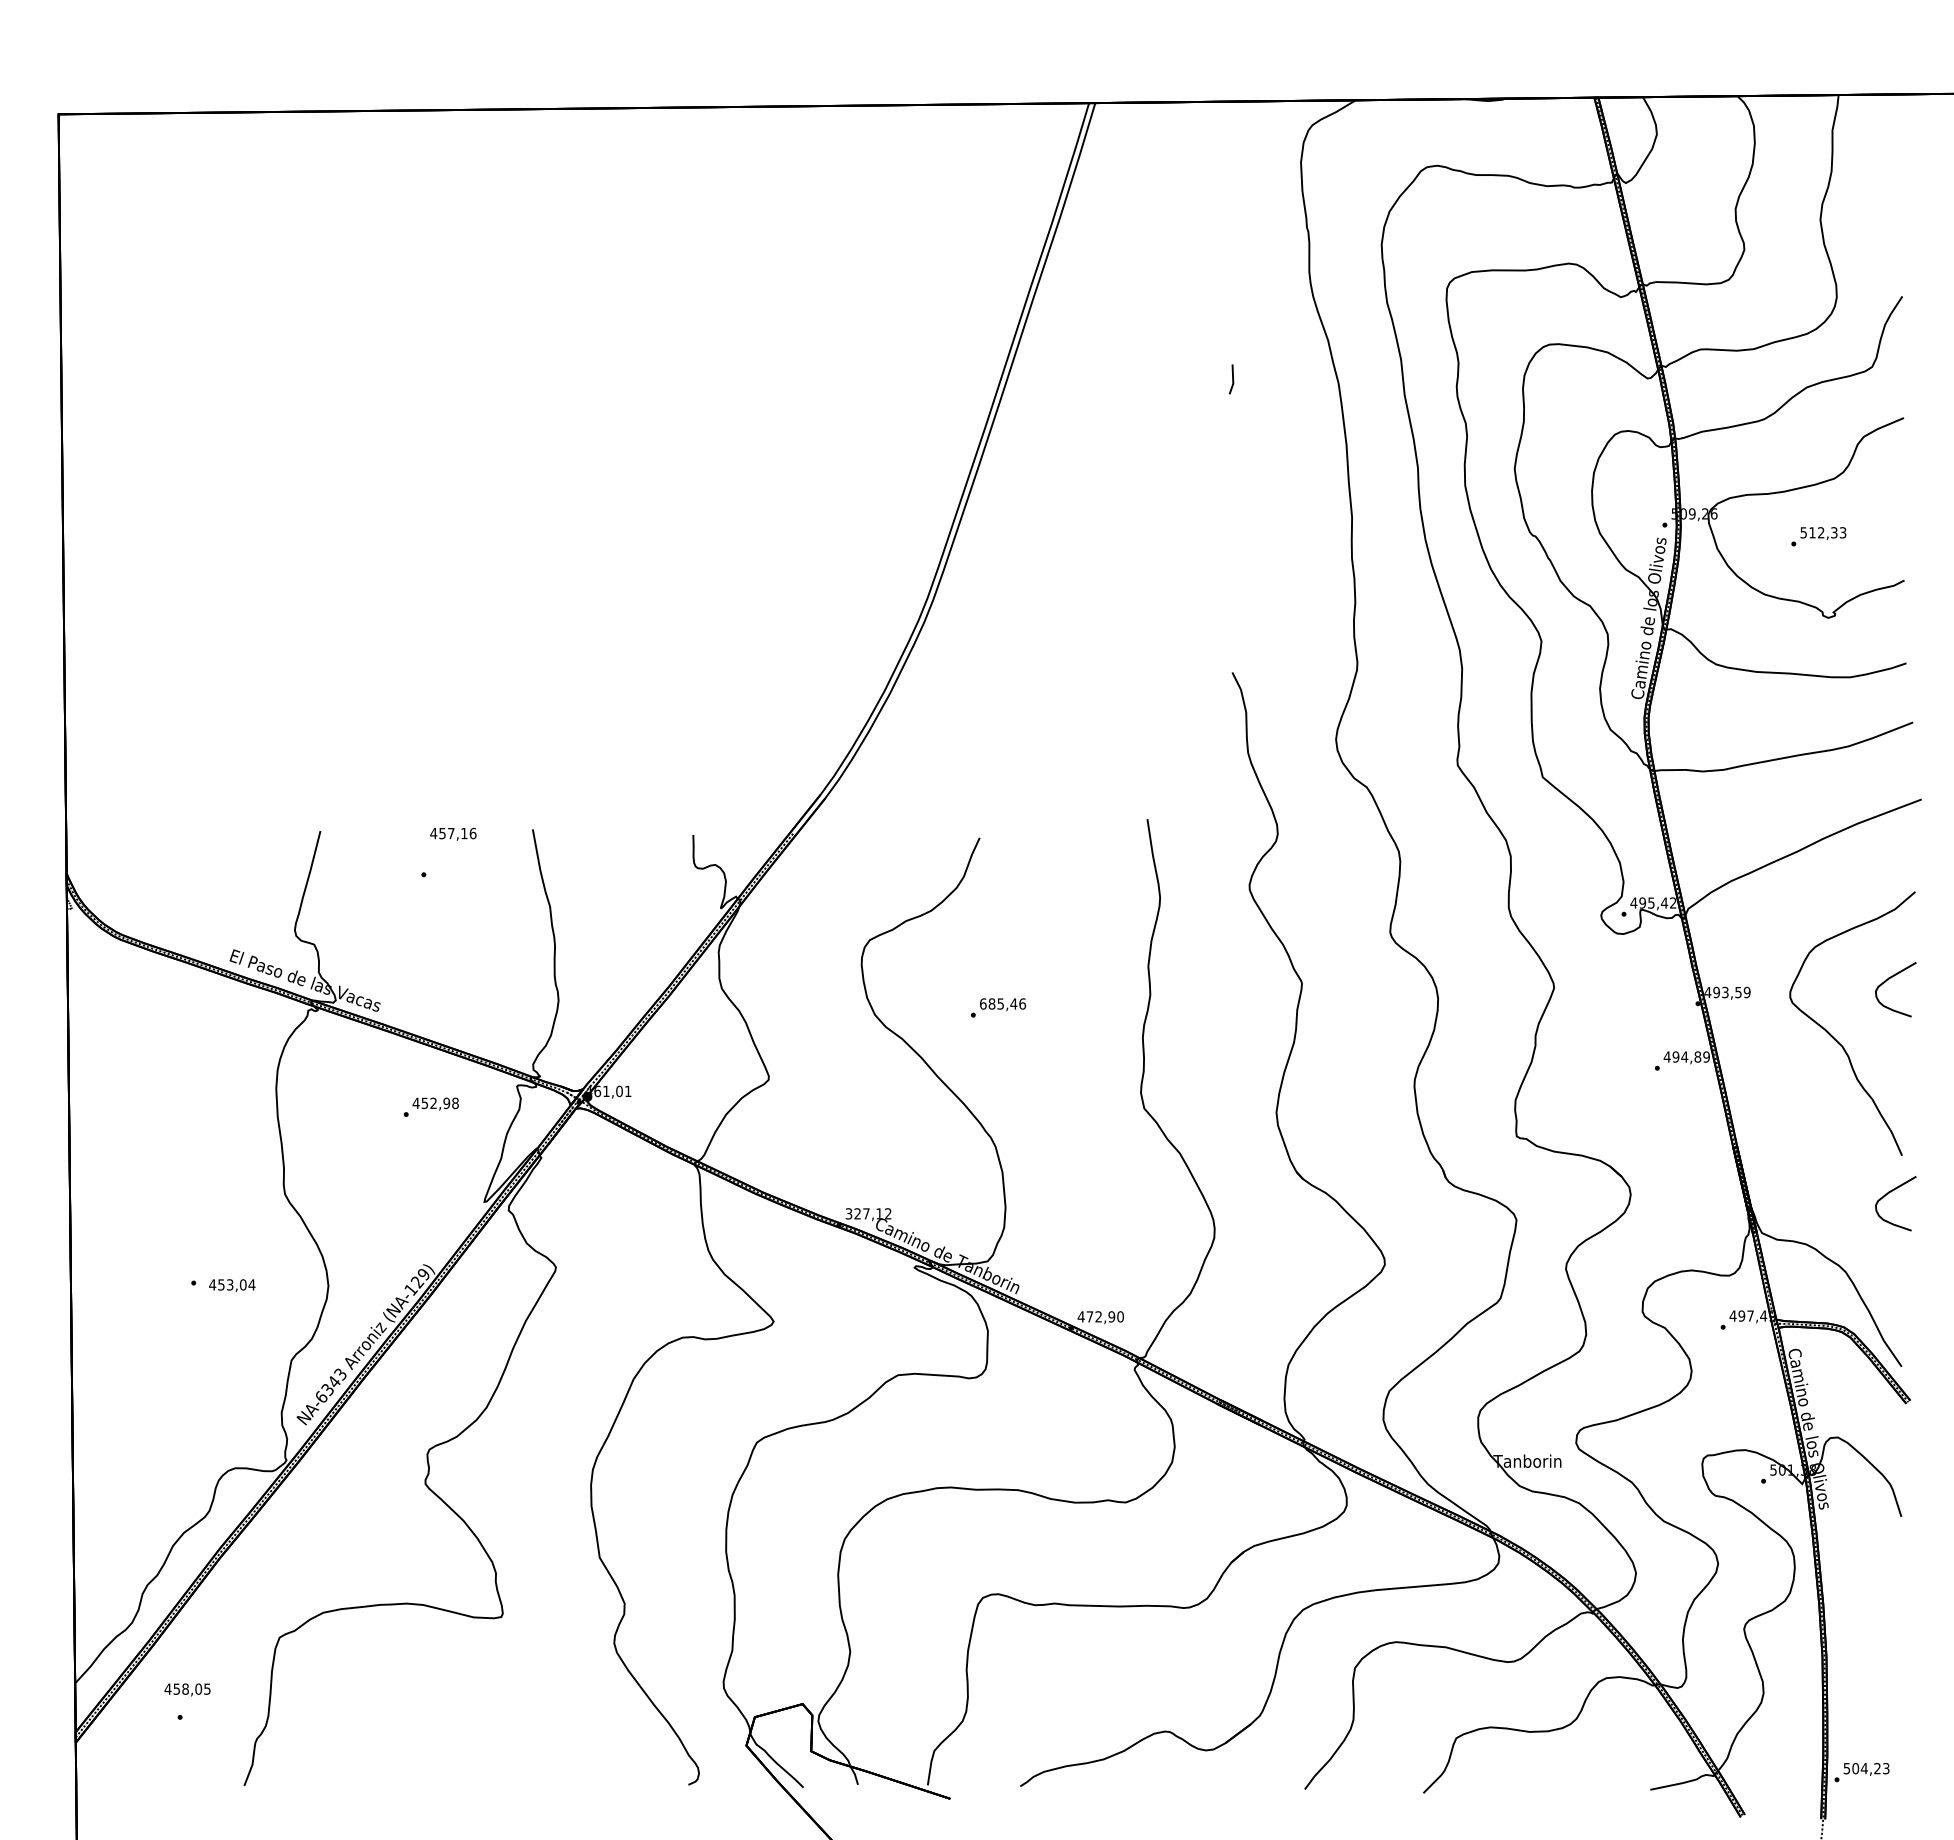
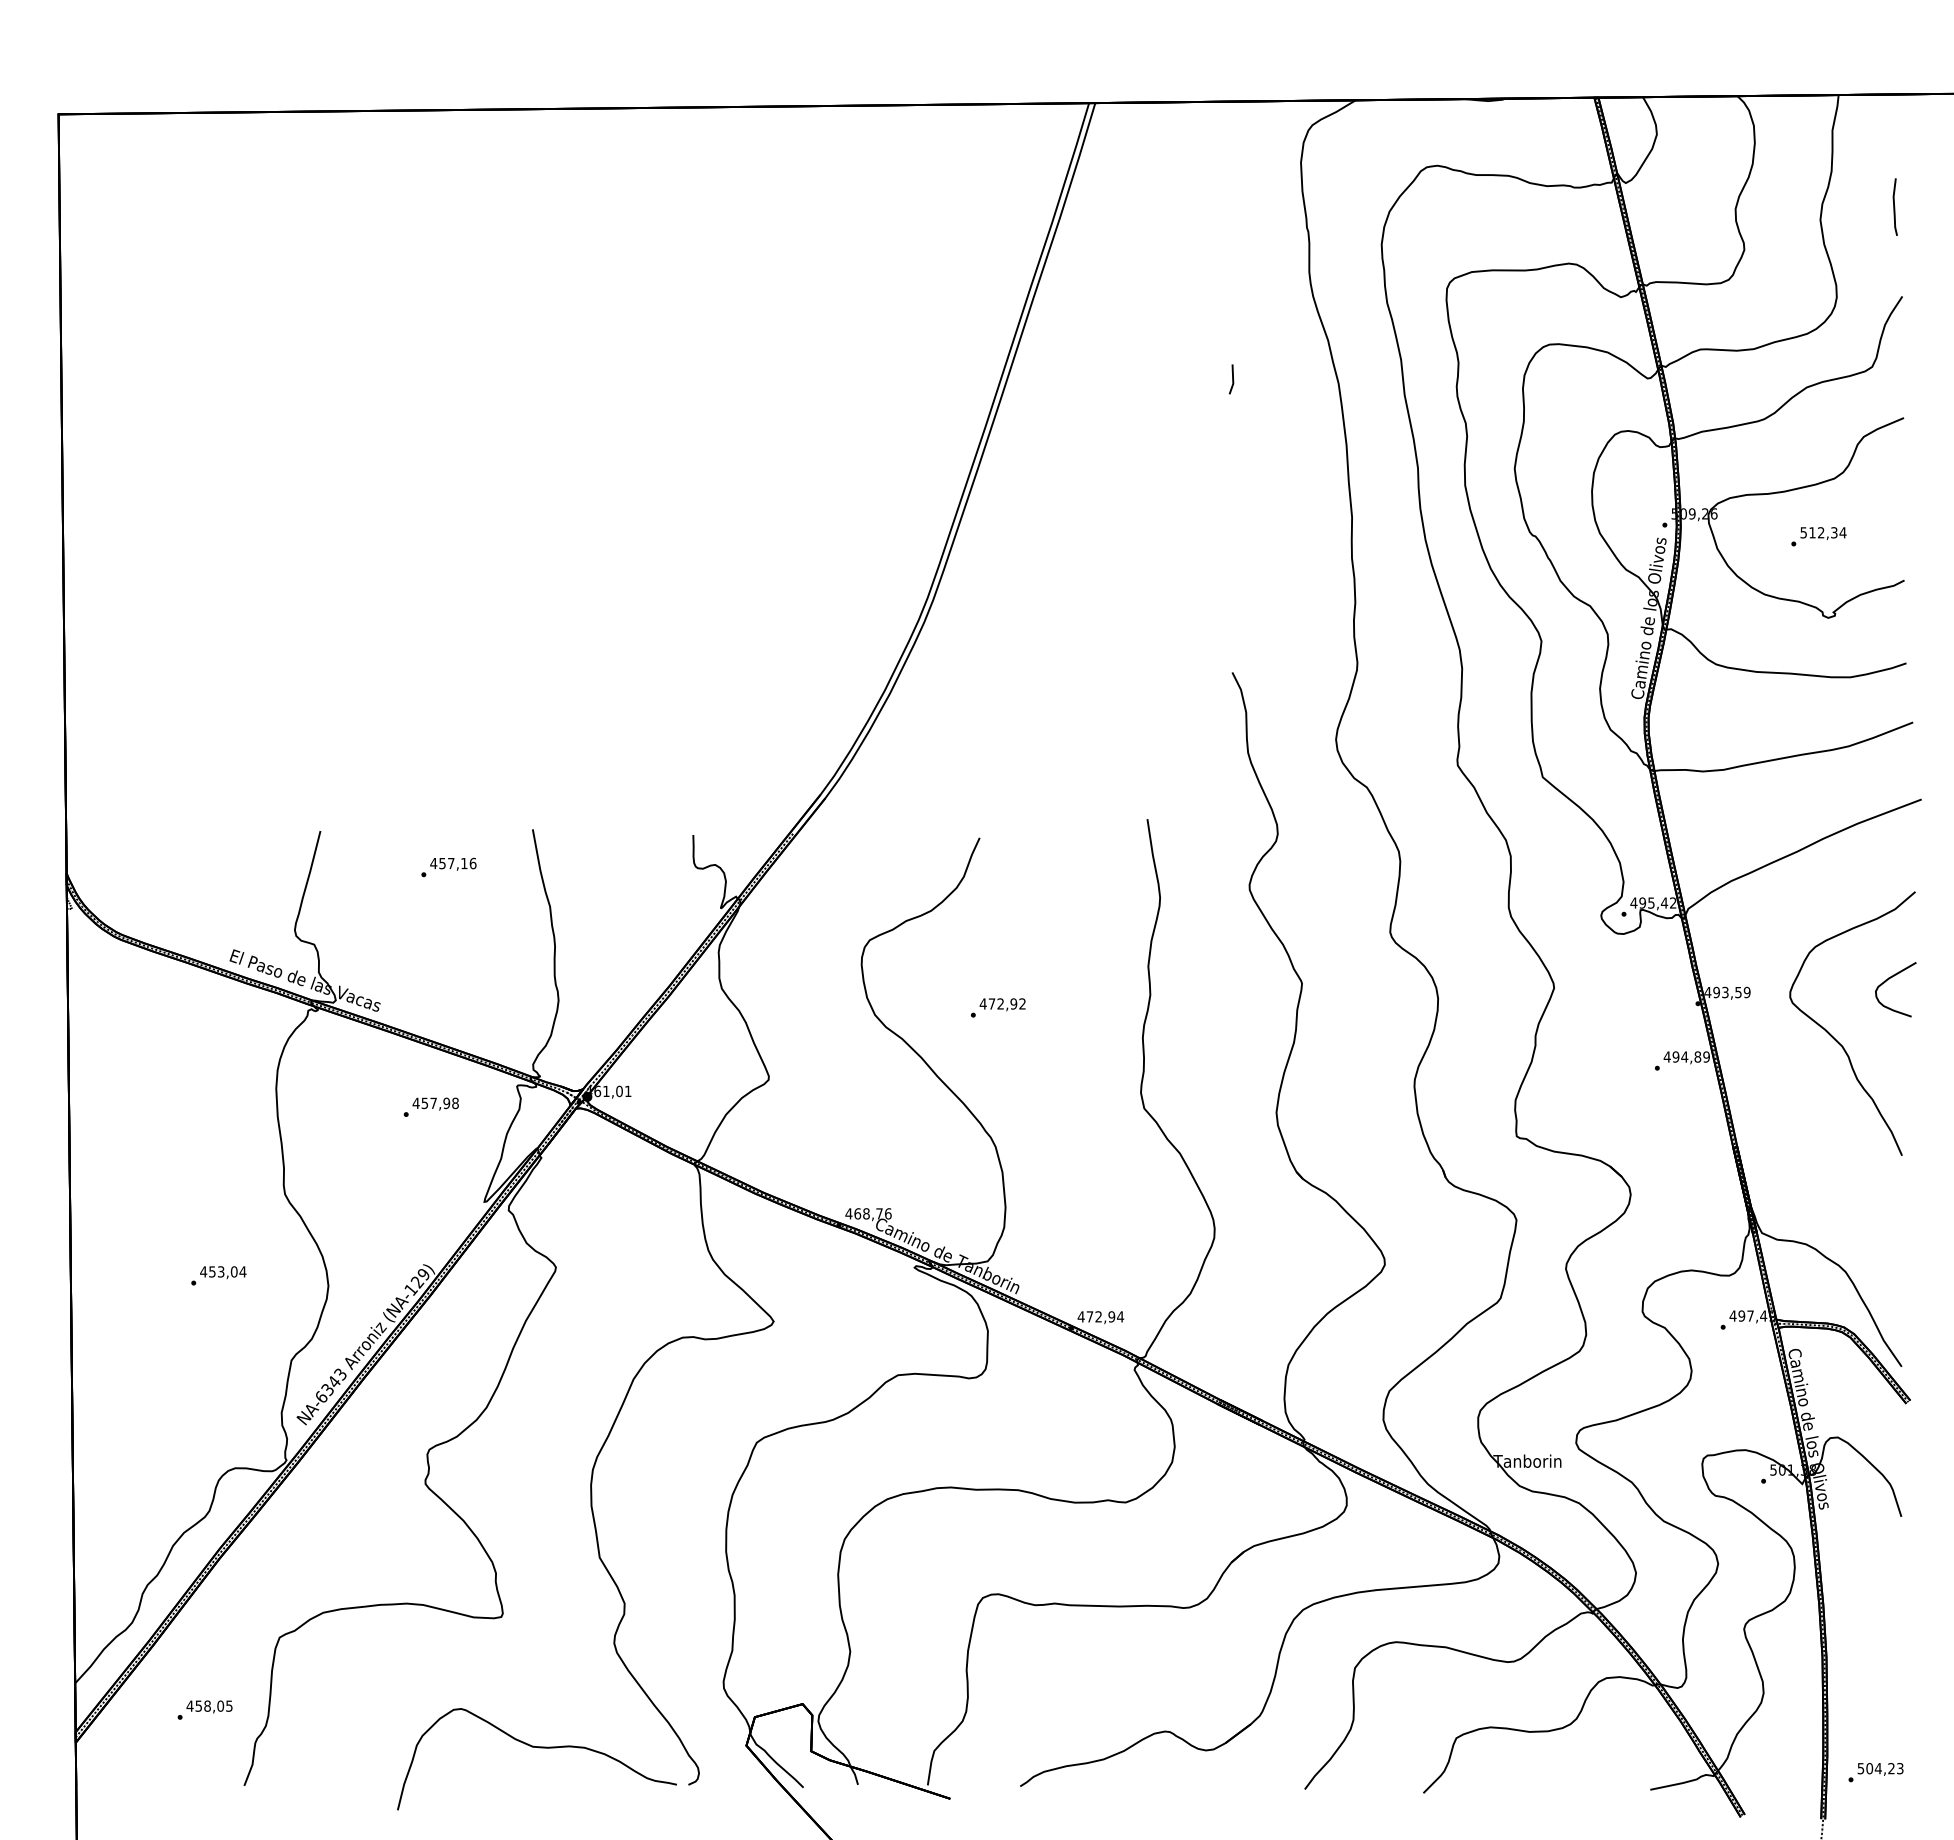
line at (1894, 206): none -> present
text at (1842, 532): 512,33 -> 512,34
text at (453, 833) position: (453, 833) -> (453, 863)
text at (1002, 1003): 685,46 -> 472,92
text at (433, 1102): 452,98 -> 457,98
curve at (1888, 1194): present -> none
text at (868, 1213): 327,12 -> 468,76
text at (232, 1285) position: (232, 1285) -> (223, 1272)
text at (1120, 1316): 472,90 -> 472,94
text at (187, 1689) position: (187, 1689) -> (209, 1706)
curve at (538, 1748): none -> present
text at (1861, 1772) position: (1861, 1772) -> (1875, 1772)
